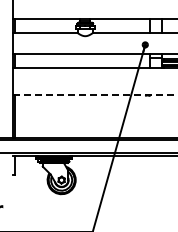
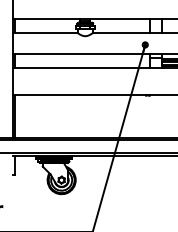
line at (95, 95): dashed -> solid
